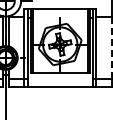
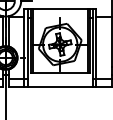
line at (112, 48): dashed -> solid
